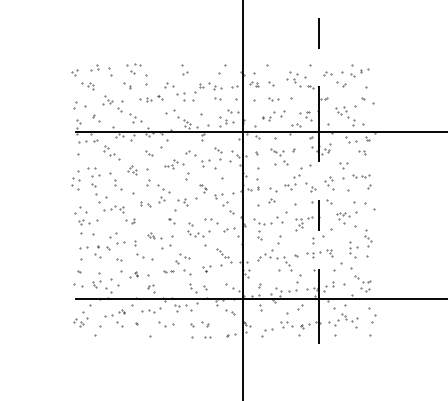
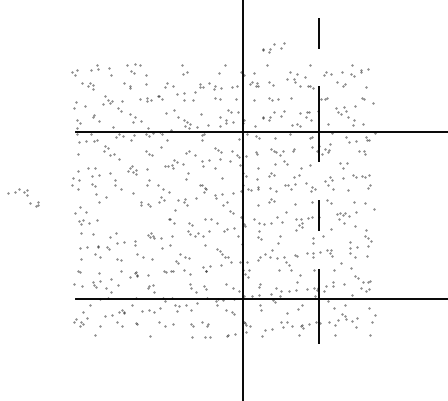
part at (273, 47): none -> present
part at (271, 174): none -> present
part at (119, 214) position: (119, 214) -> (23, 197)
